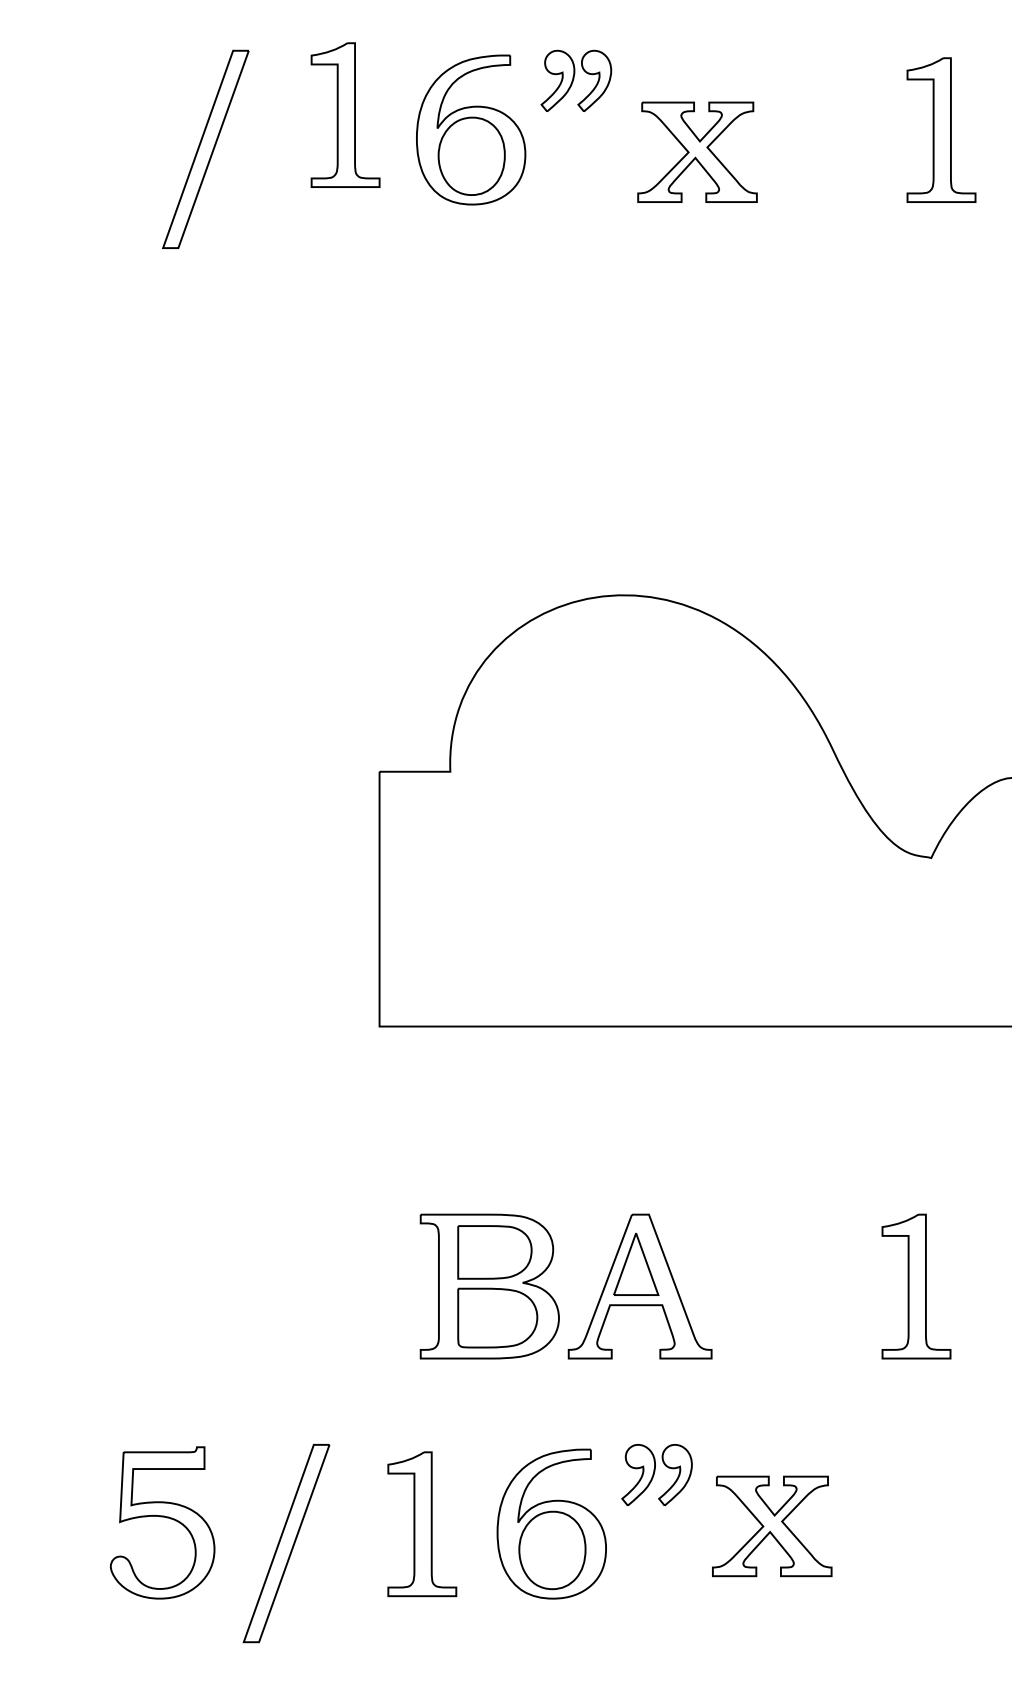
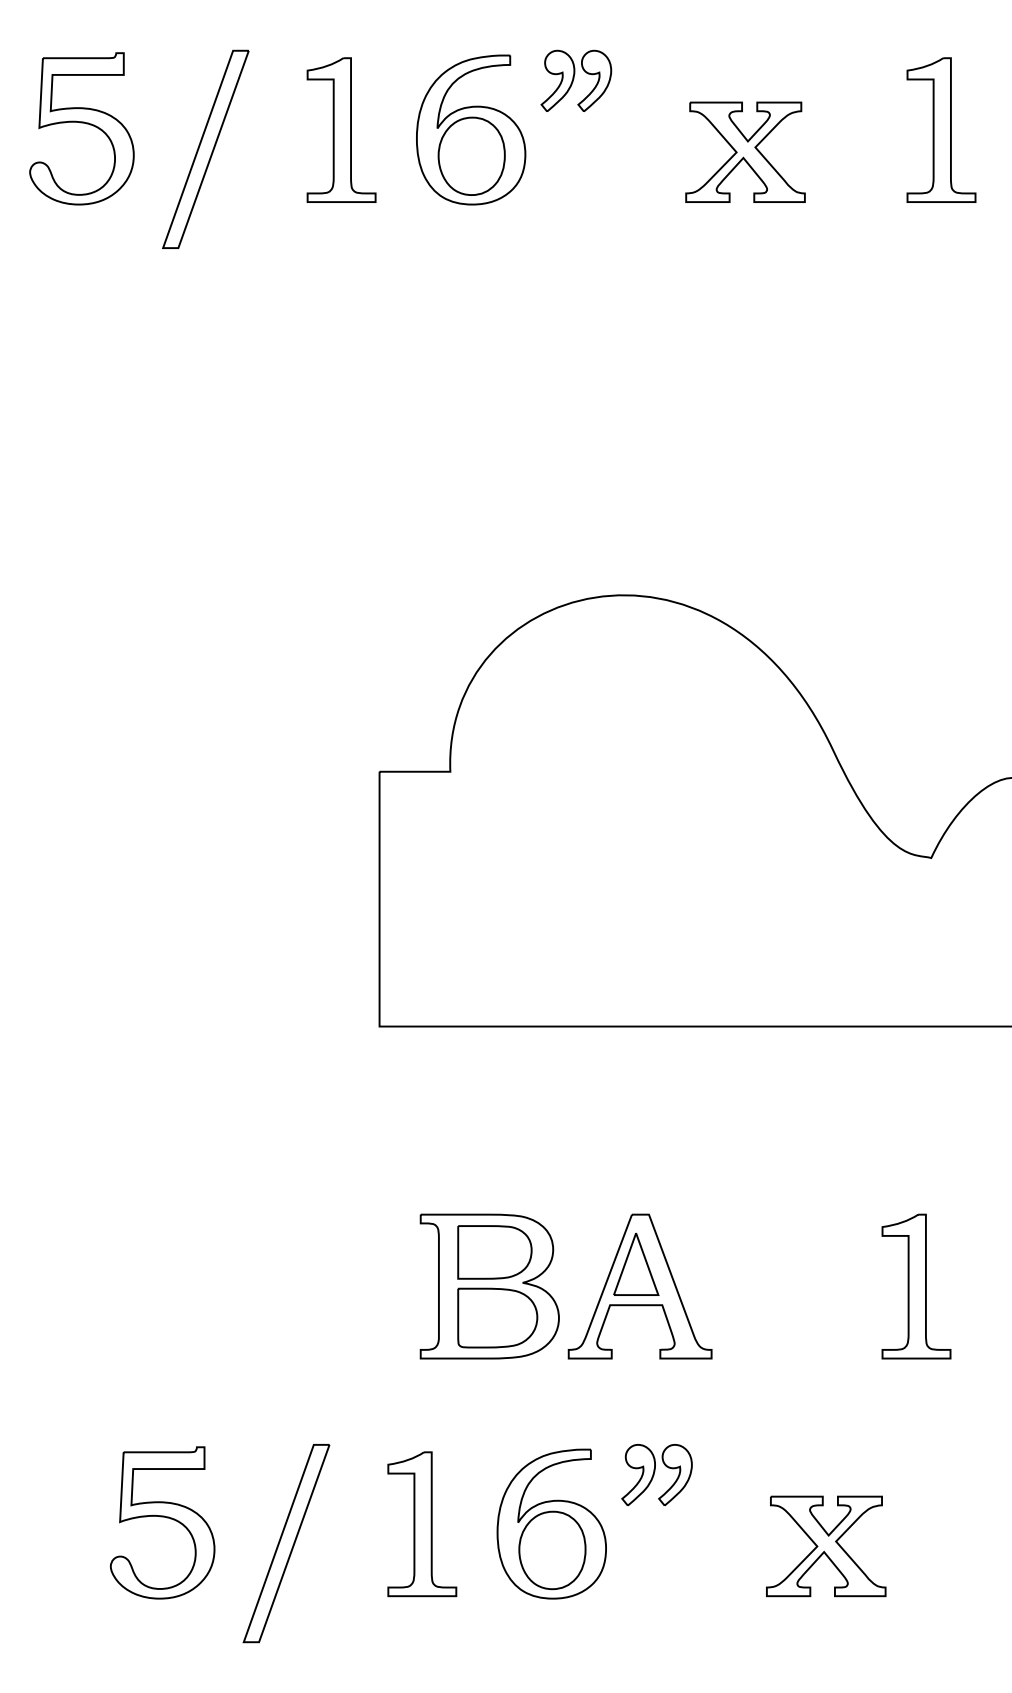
part at (345, 114) position: (345, 114) -> (341, 129)
part at (81, 128): none -> present
part at (697, 151) position: (697, 151) -> (745, 151)
part at (772, 1526) position: (772, 1526) -> (826, 1546)
